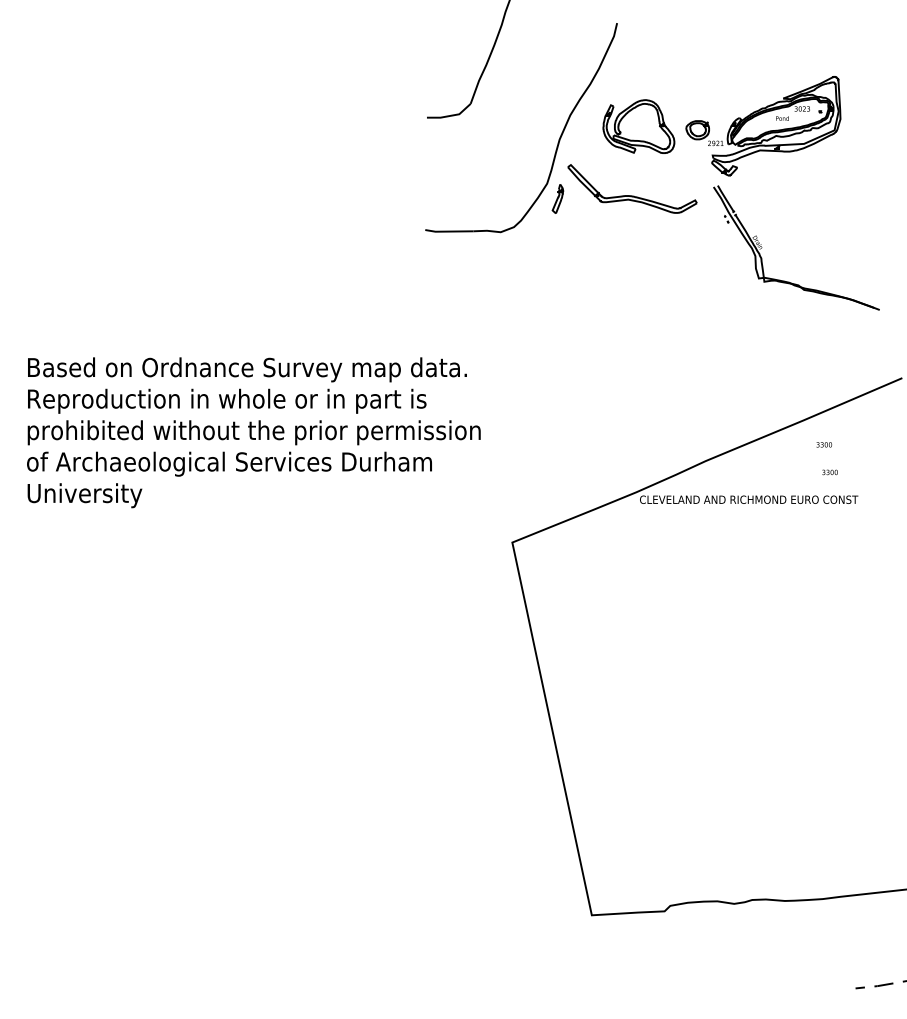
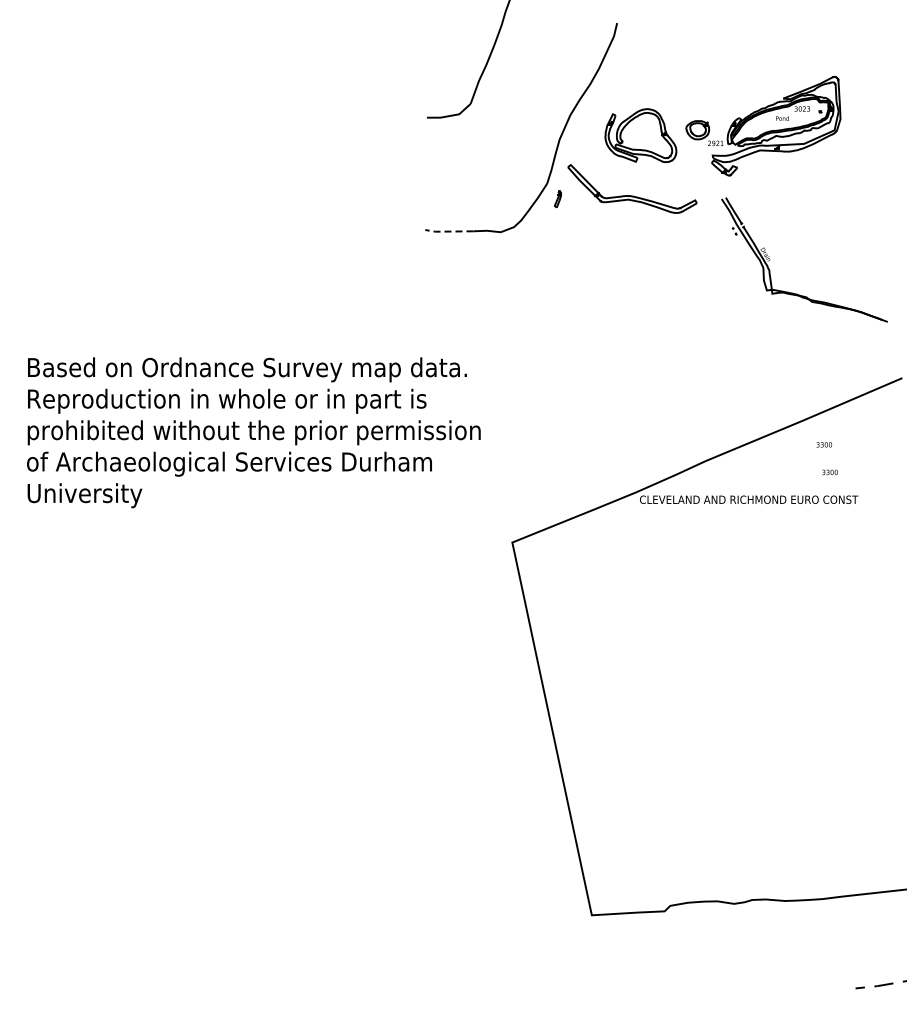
part at (638, 126) position: (638, 126) -> (640, 135)
part at (557, 198) size: 14x30 px -> 8x19 px
line at (448, 231): solid -> dashed
part at (762, 247) position: (762, 247) -> (770, 259)
